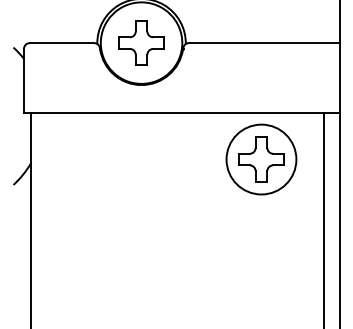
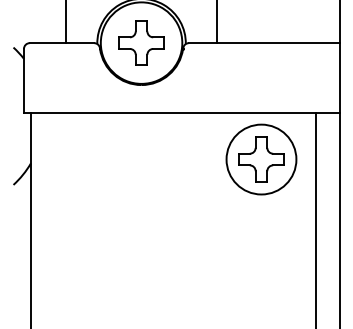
line at (65, 22): none -> present
line at (217, 22): none -> present
line at (324, 219) position: (324, 219) -> (316, 219)
